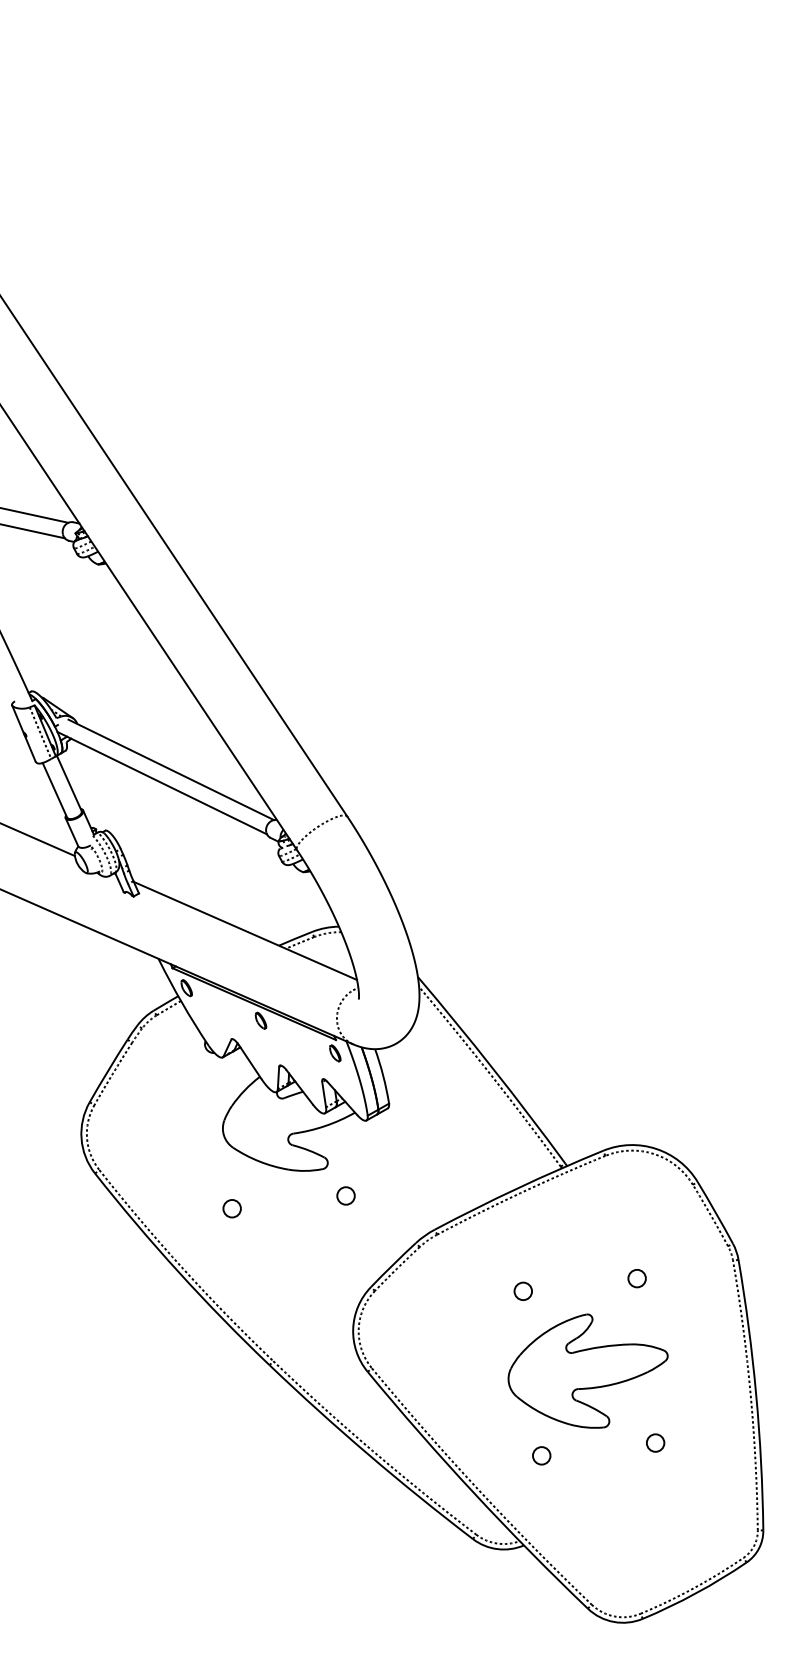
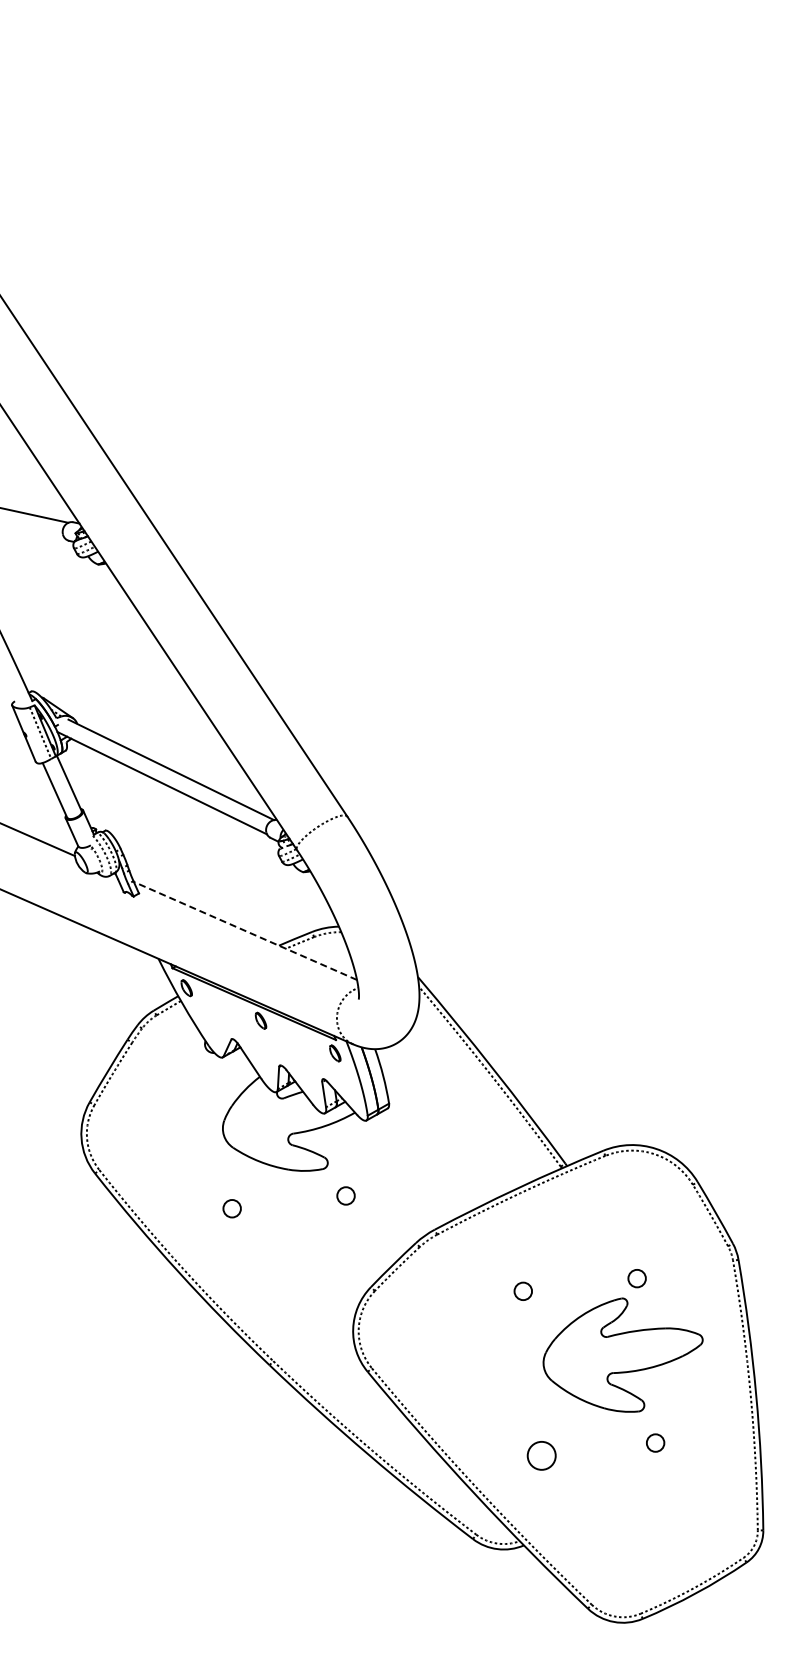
line at (33, 531): present -> none
line at (245, 930): solid -> dashed
part at (587, 1370) position: (587, 1370) -> (622, 1354)
circle at (541, 1455) diameter: 18 px -> 28 px
